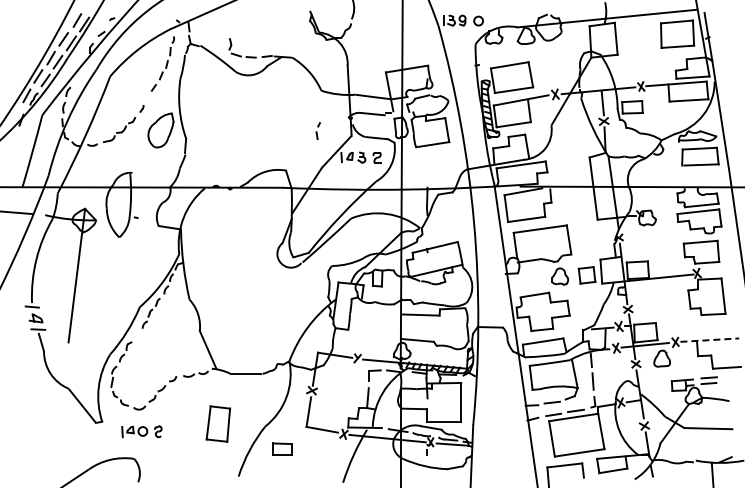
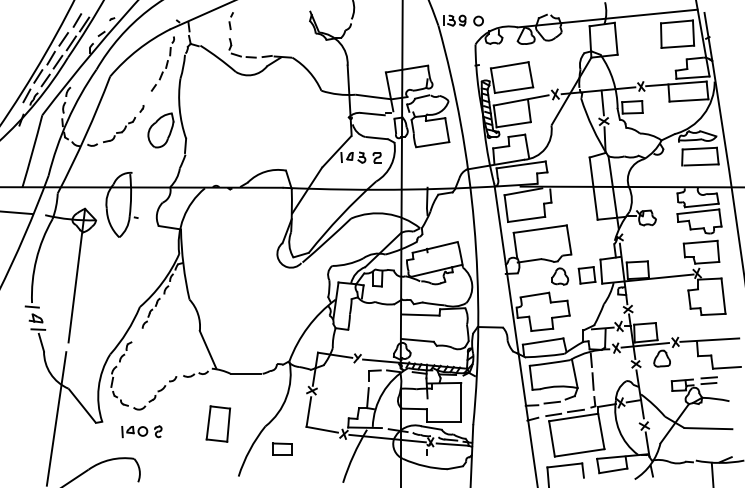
part at (317, 130) position: (317, 130) -> (230, 20)
line at (710, 340): dashed -> solid
line at (56, 418): none -> present
